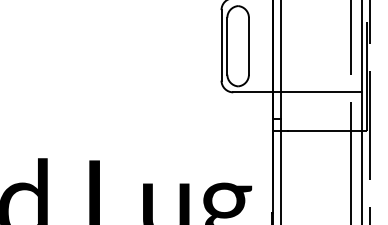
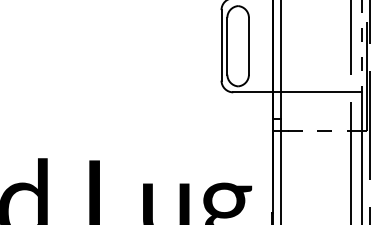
line at (362, 46): solid -> dashed
line at (325, 130): solid -> dashed
